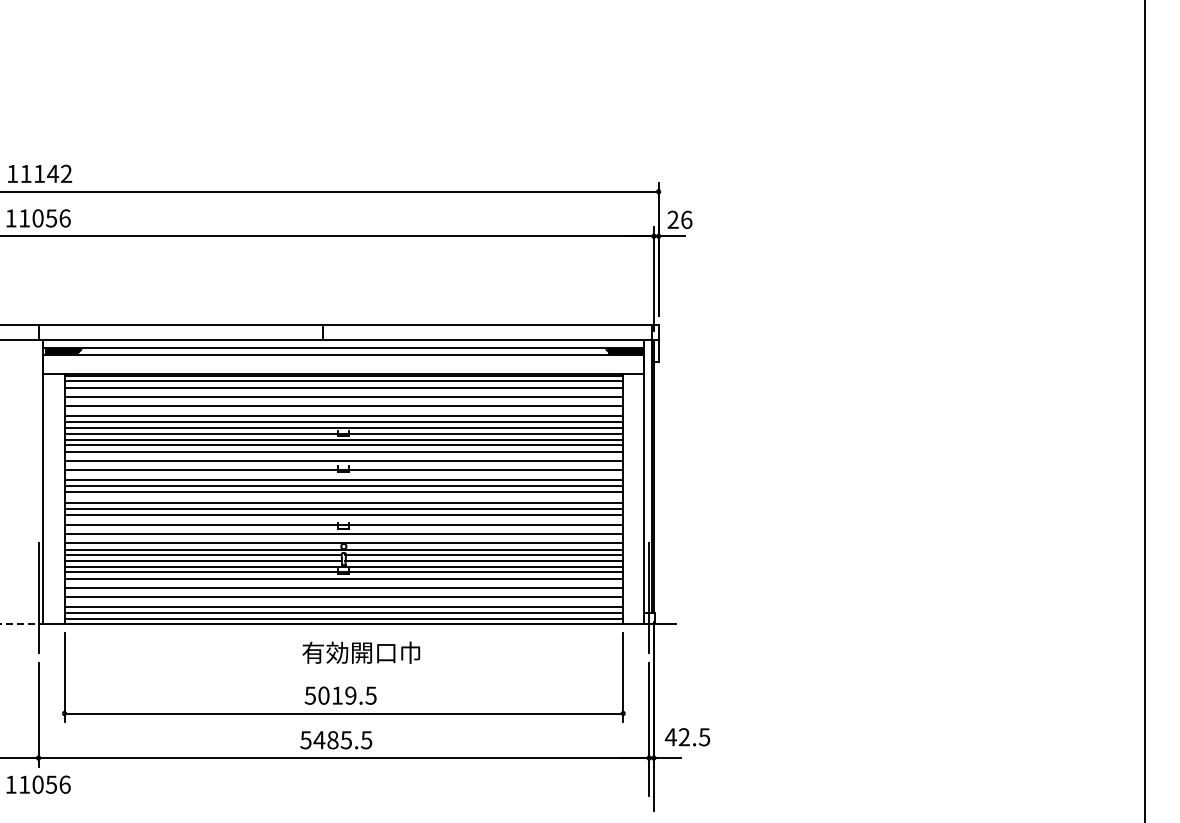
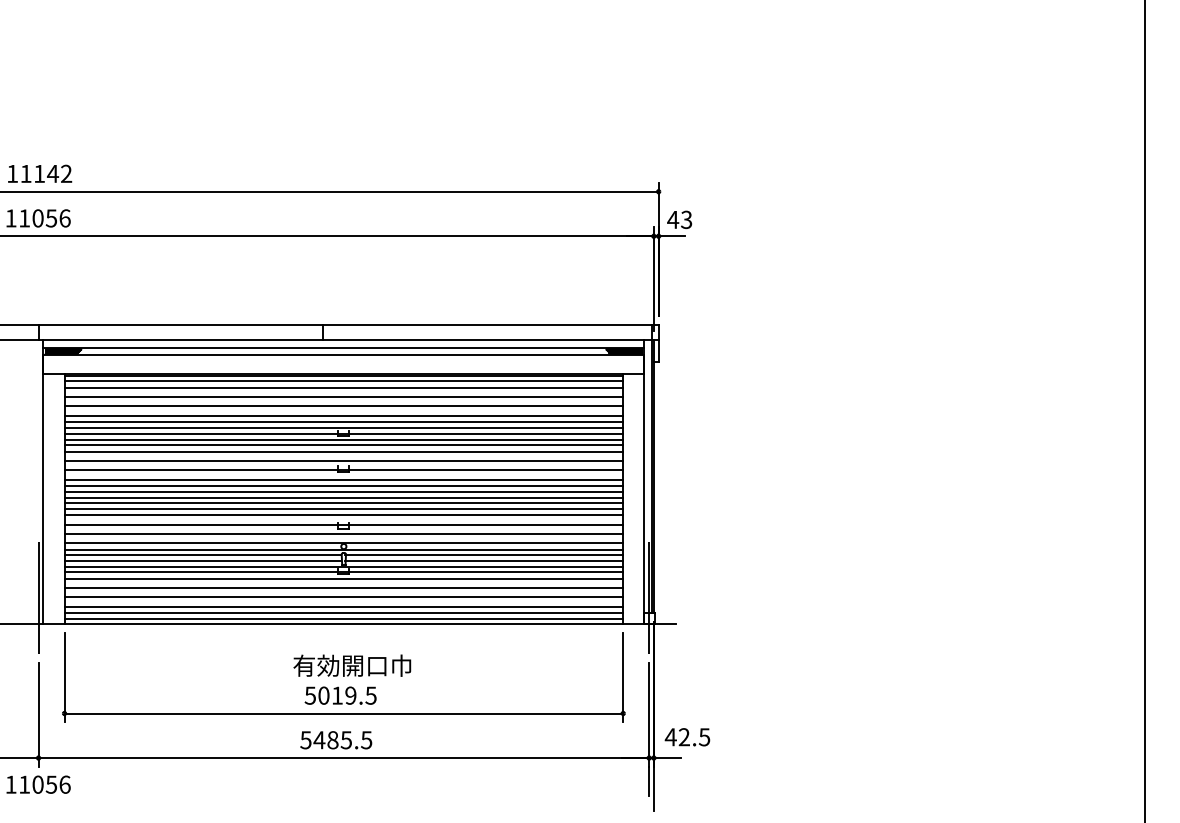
text at (679, 219): 26 -> 43
line at (343, 497): none -> present
line at (19, 624): dashed -> solid
text at (361, 652) position: (361, 652) -> (352, 665)
